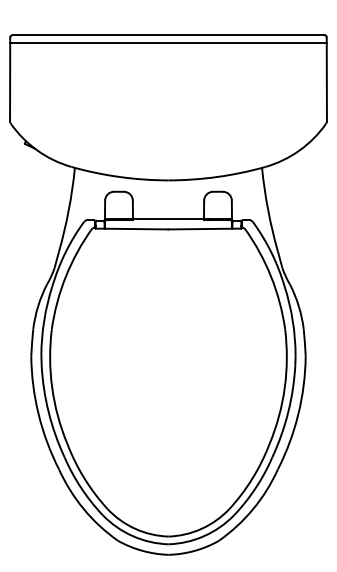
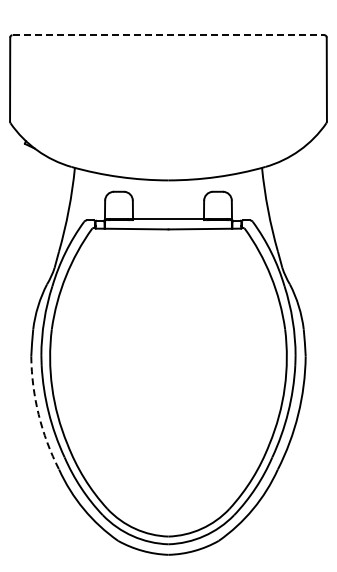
line at (168, 35): solid -> dashed
line at (168, 43): present -> none
arc at (38, 414): solid -> dashed
